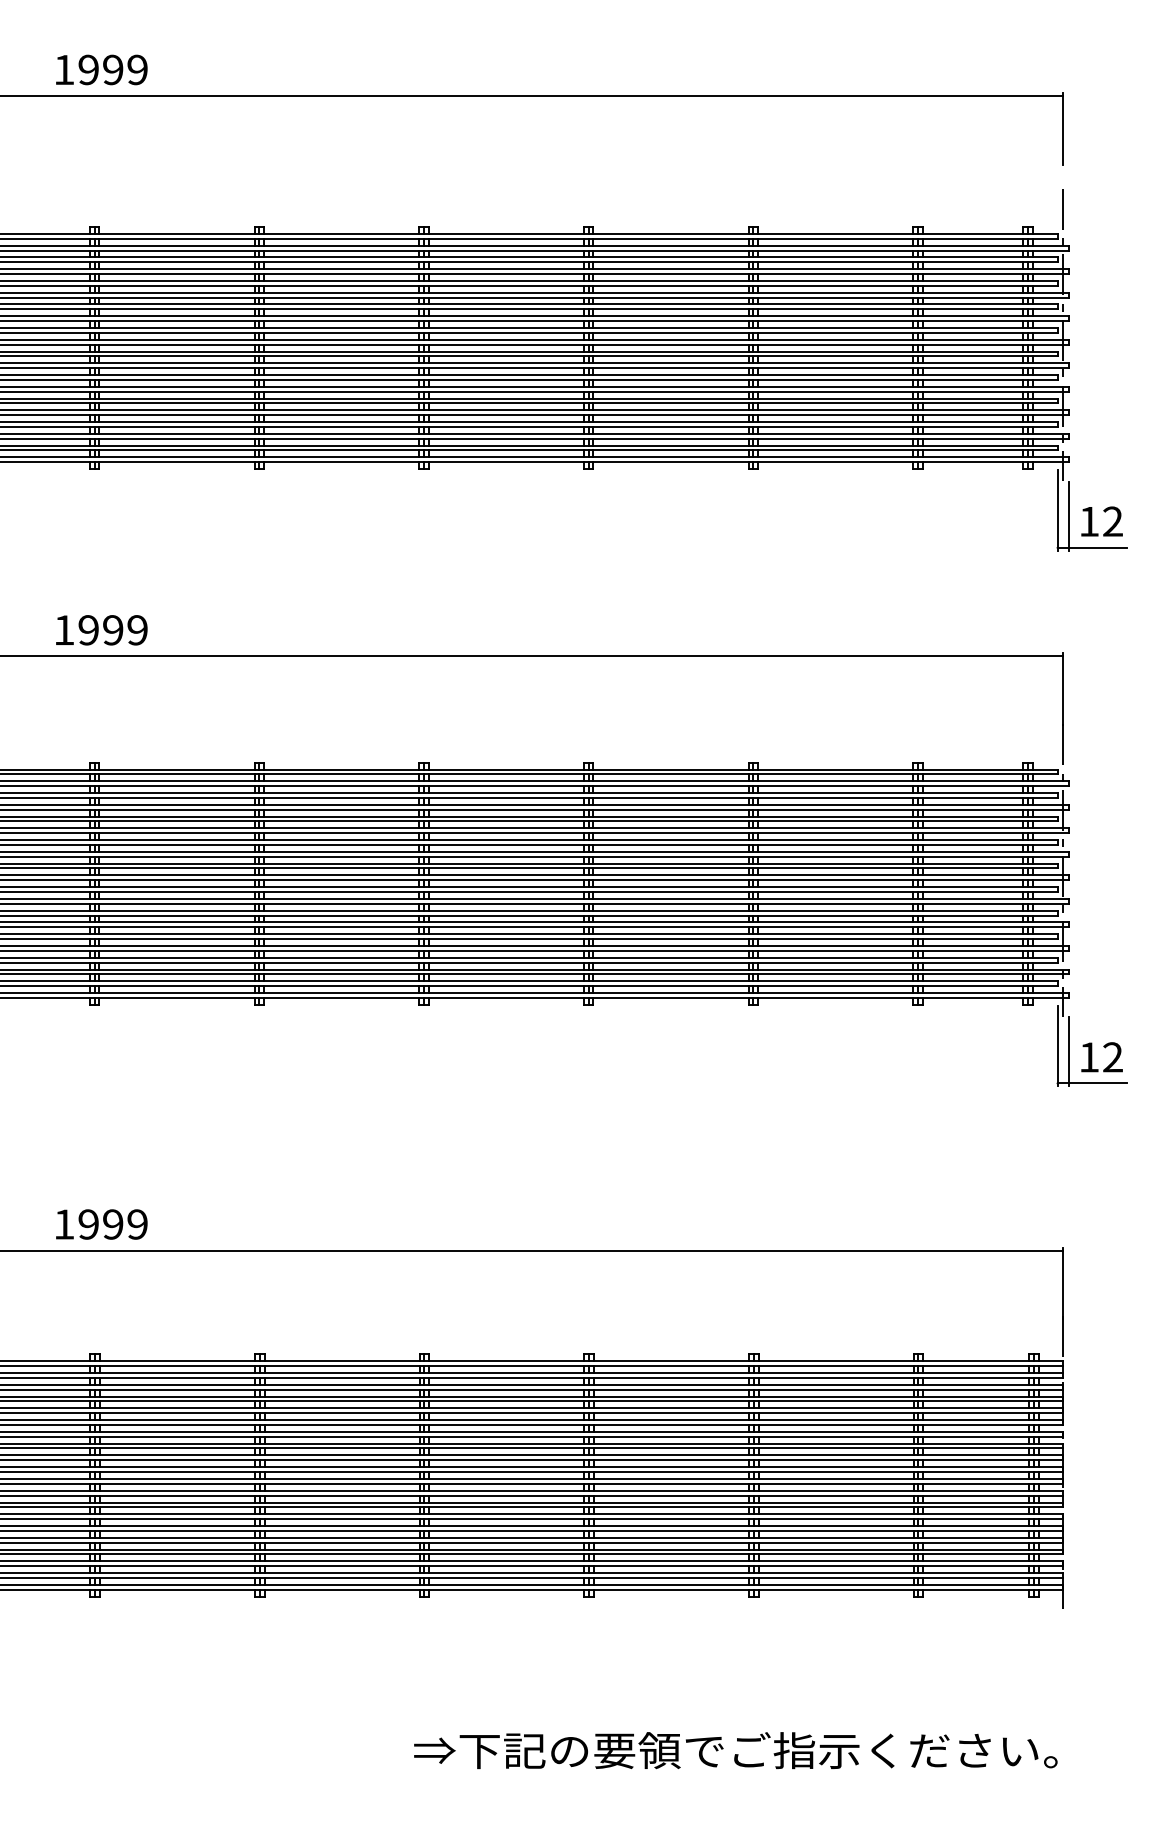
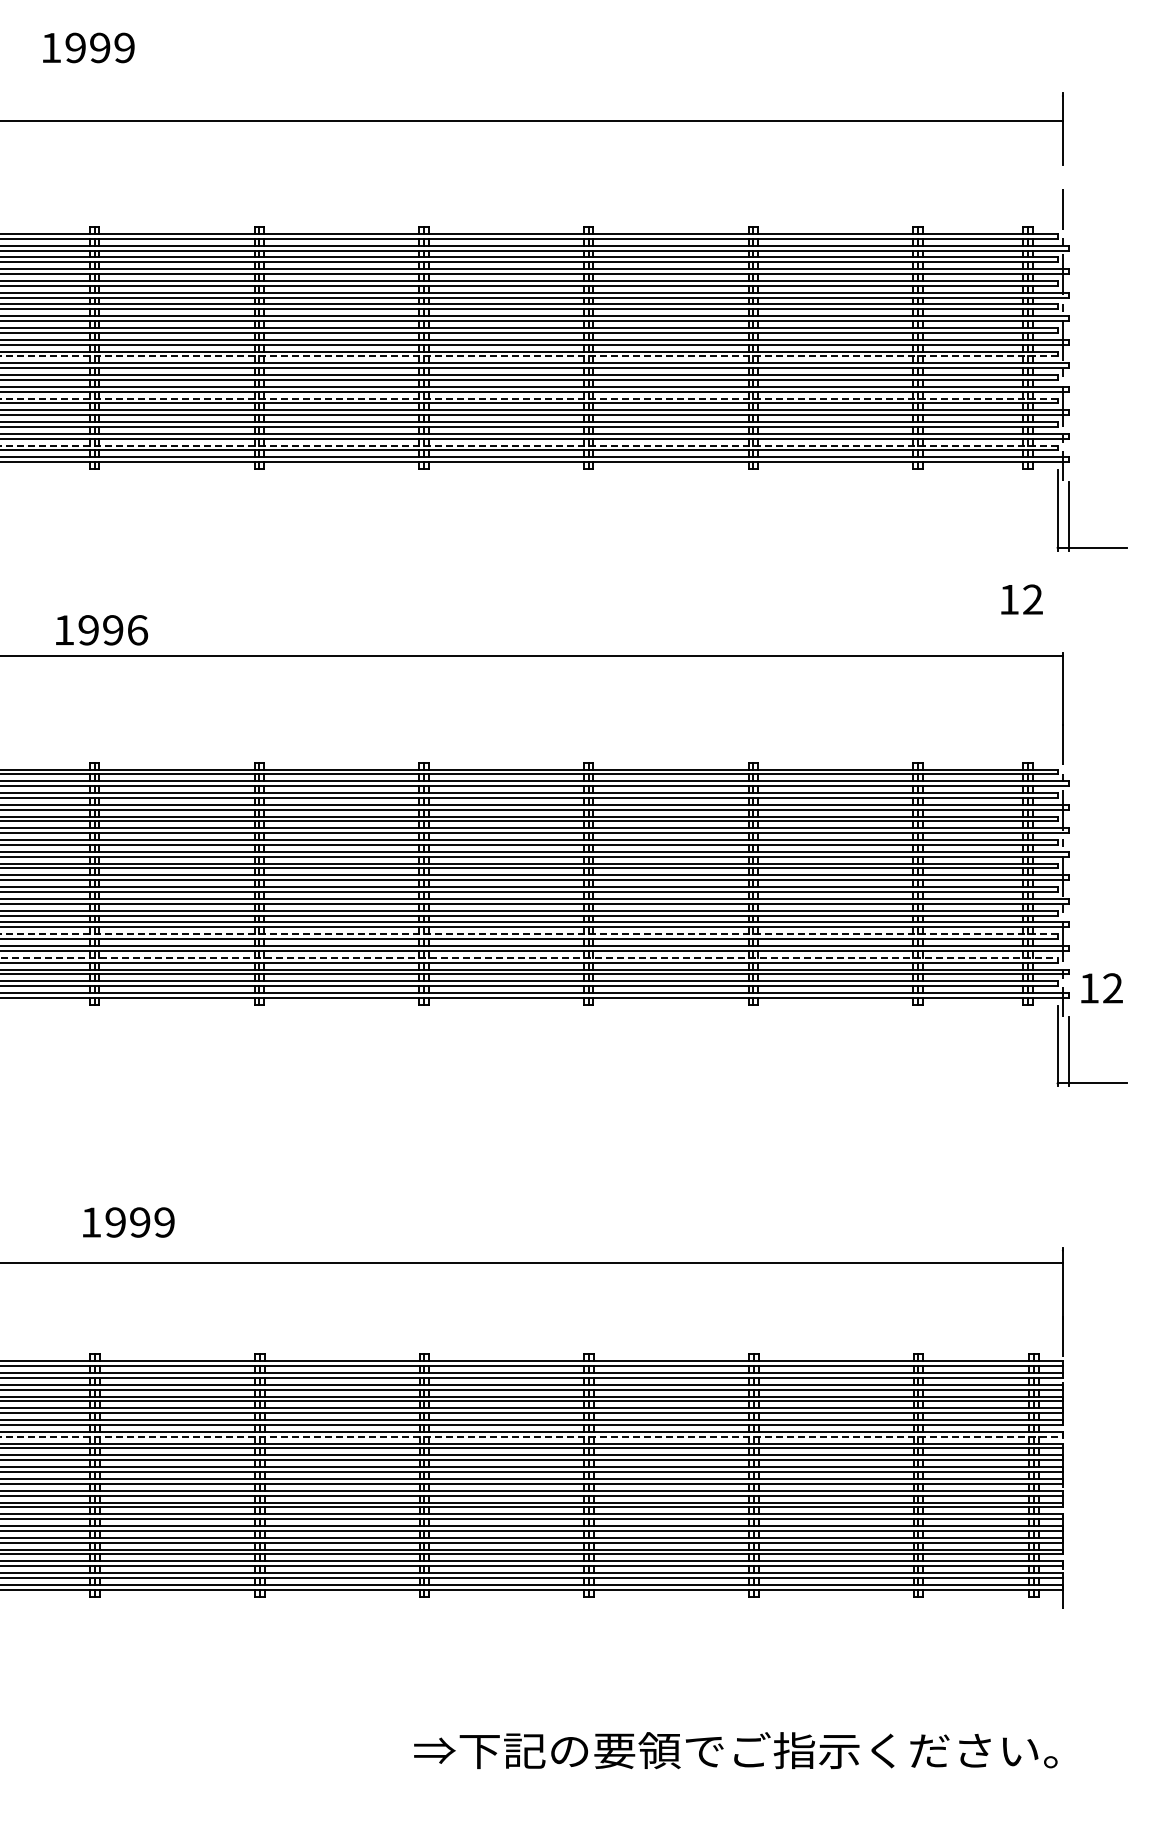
text at (101, 69) position: (101, 69) -> (88, 47)
line at (532, 96) position: (532, 96) -> (532, 121)
line at (529, 356): solid -> dashed
line at (528, 398): solid -> dashed
line at (529, 445): solid -> dashed
text at (1101, 521) position: (1101, 521) -> (1021, 599)
text at (137, 630): 1999 -> 1996
line at (528, 934): solid -> dashed
line at (529, 957): solid -> dashed
text at (1101, 1057) position: (1101, 1057) -> (1101, 988)
text at (101, 1224) position: (101, 1224) -> (128, 1222)
line at (532, 1250) position: (532, 1250) -> (532, 1262)
line at (531, 1436): solid -> dashed
